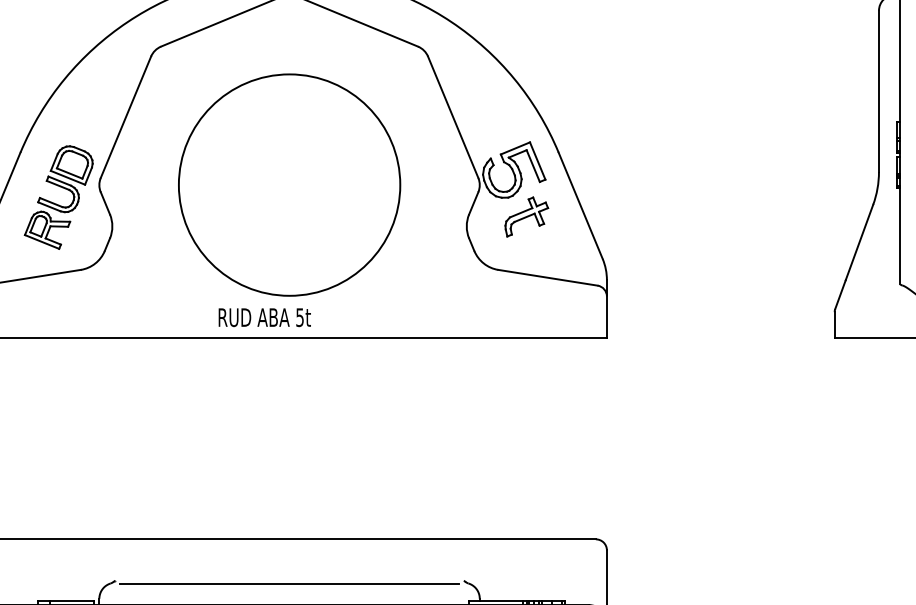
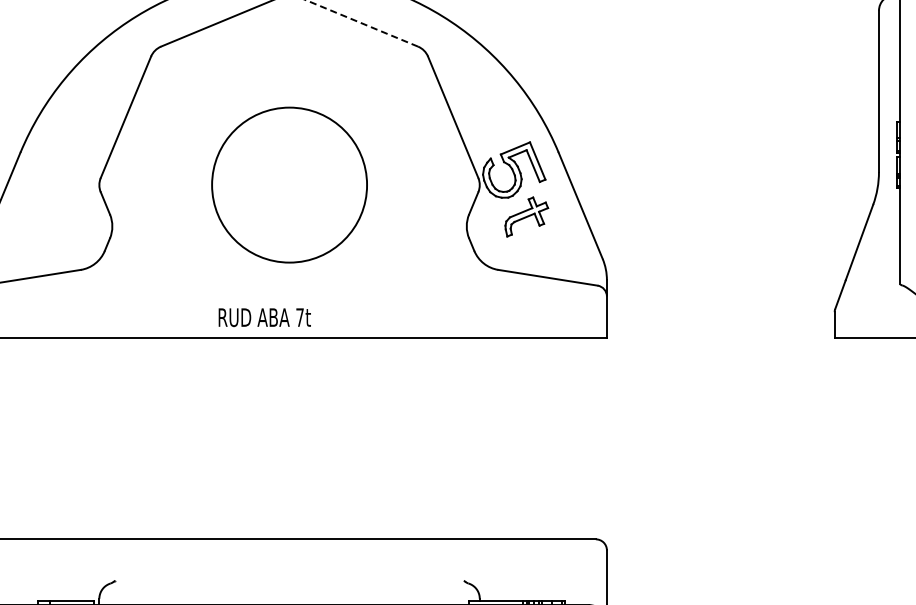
line at (361, 23): solid -> dashed
circle at (289, 184) diameter: 221 px -> 155 px
part at (56, 203): present -> none
text at (299, 317): 5t -> 7t
line at (289, 583): present -> none
